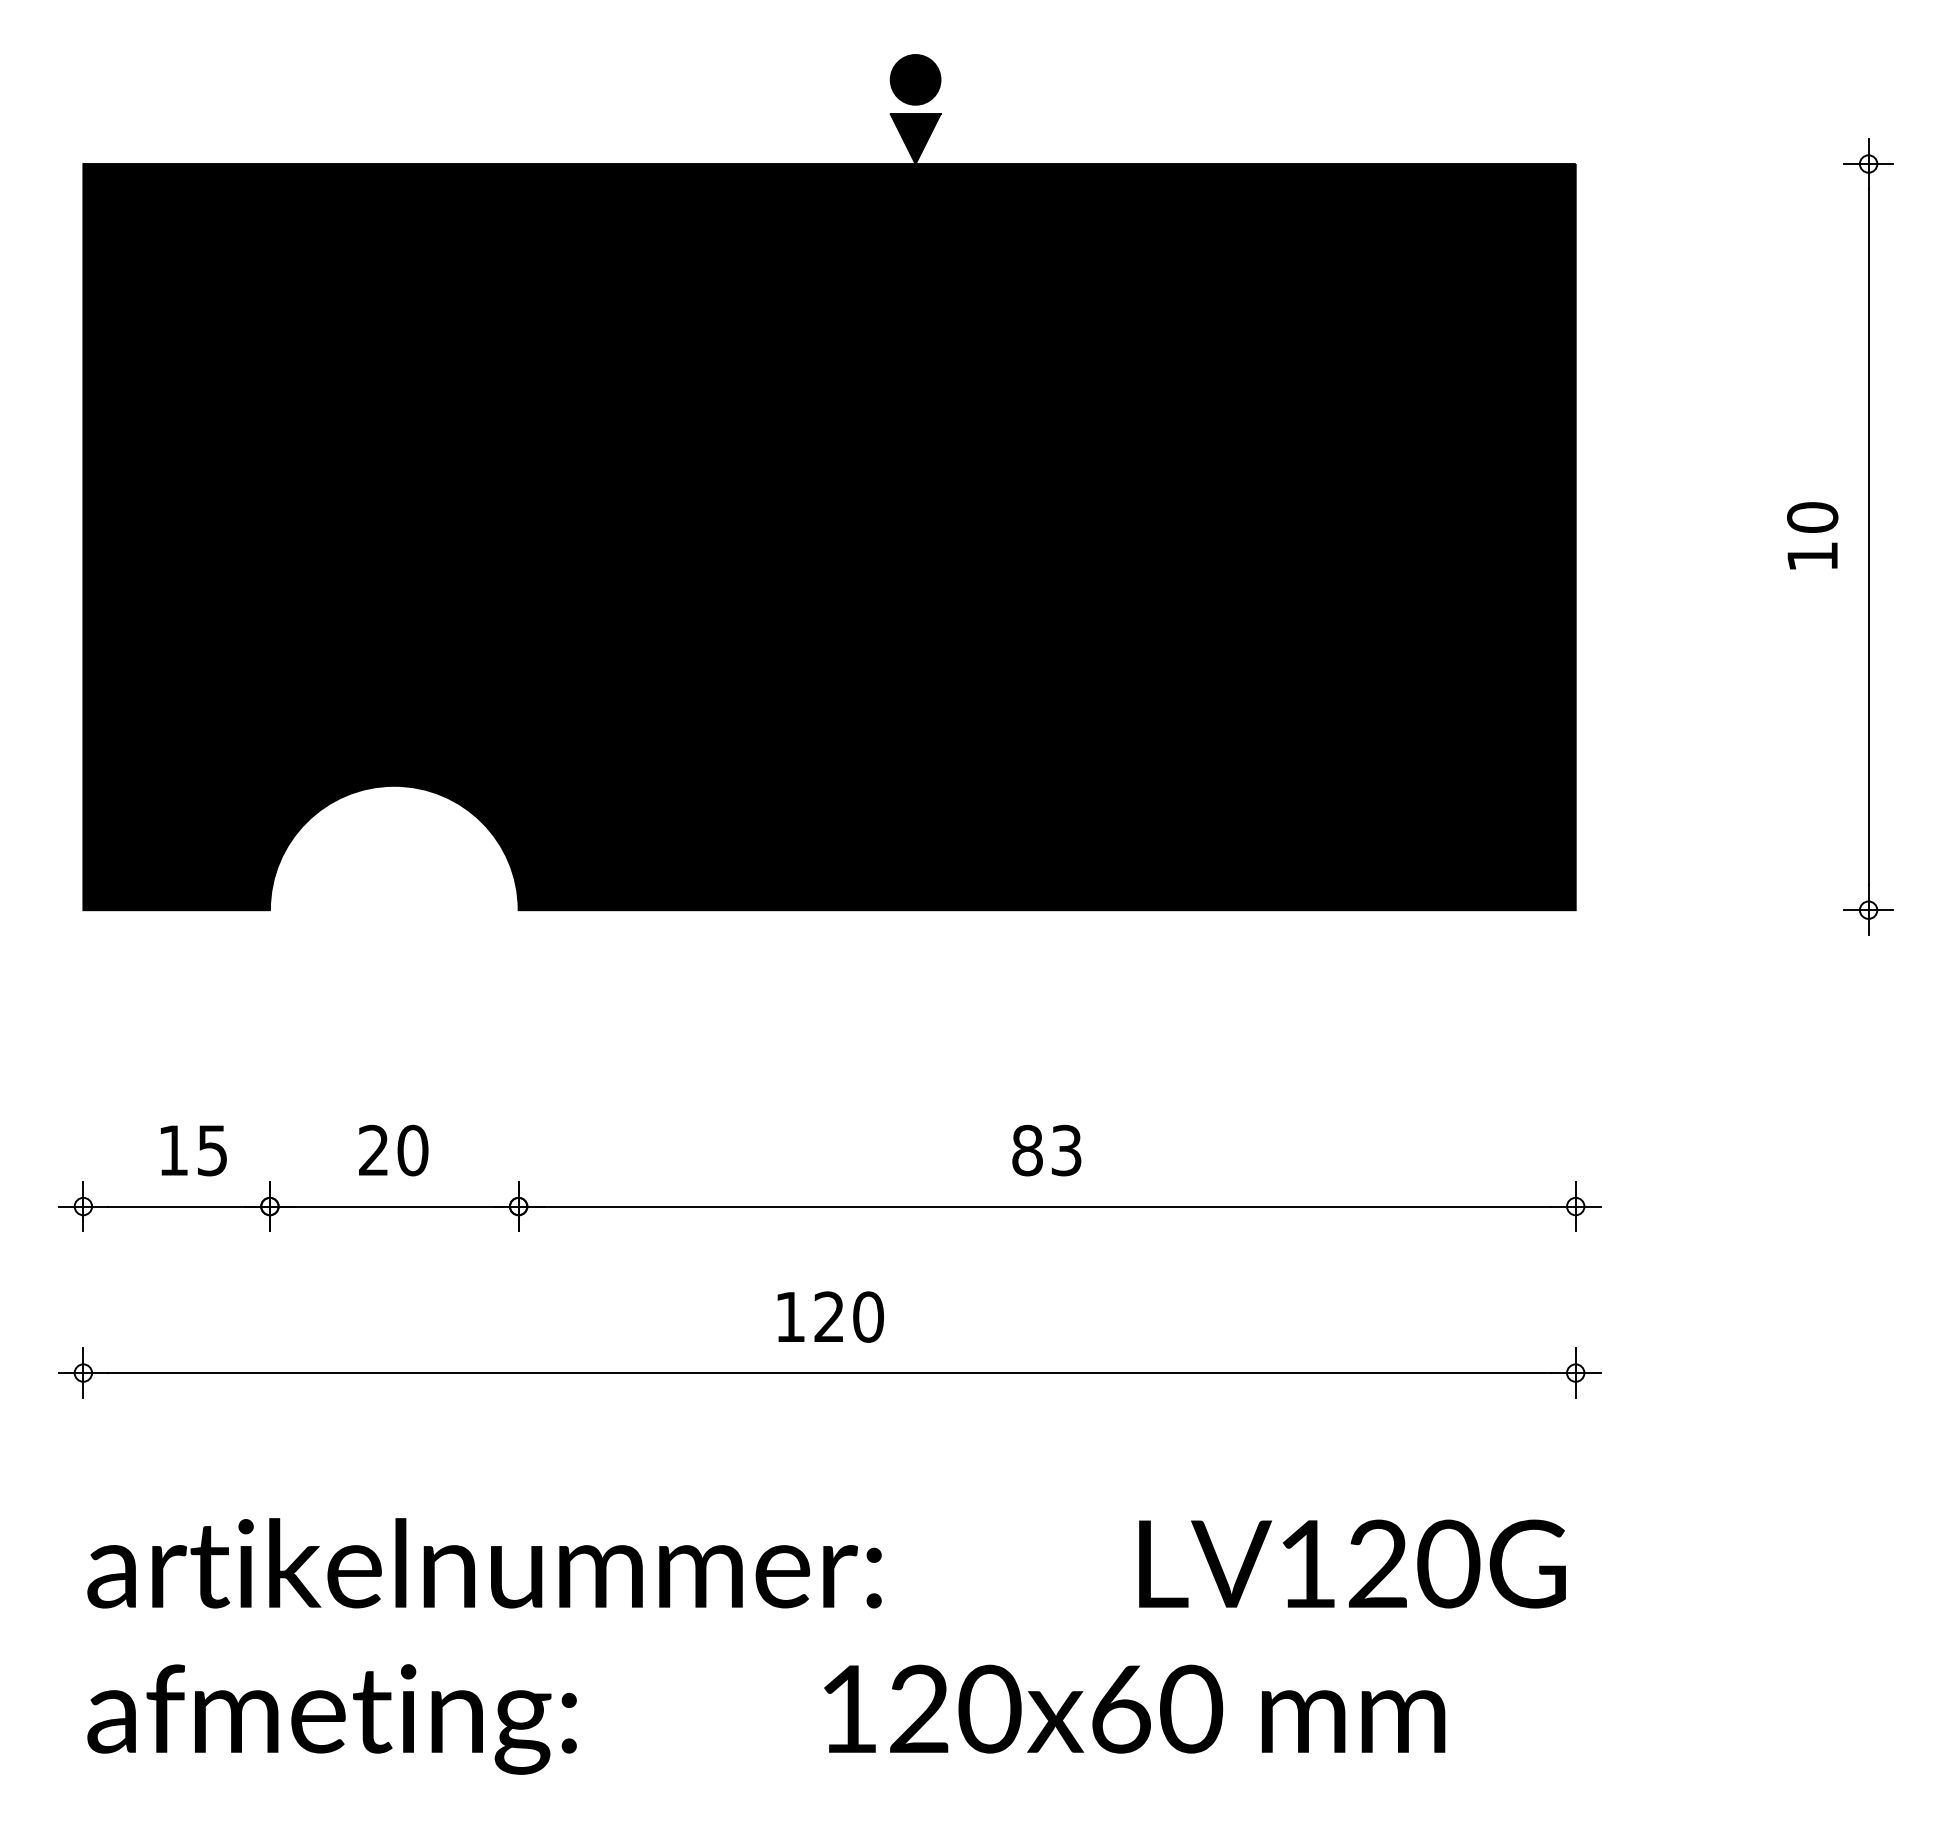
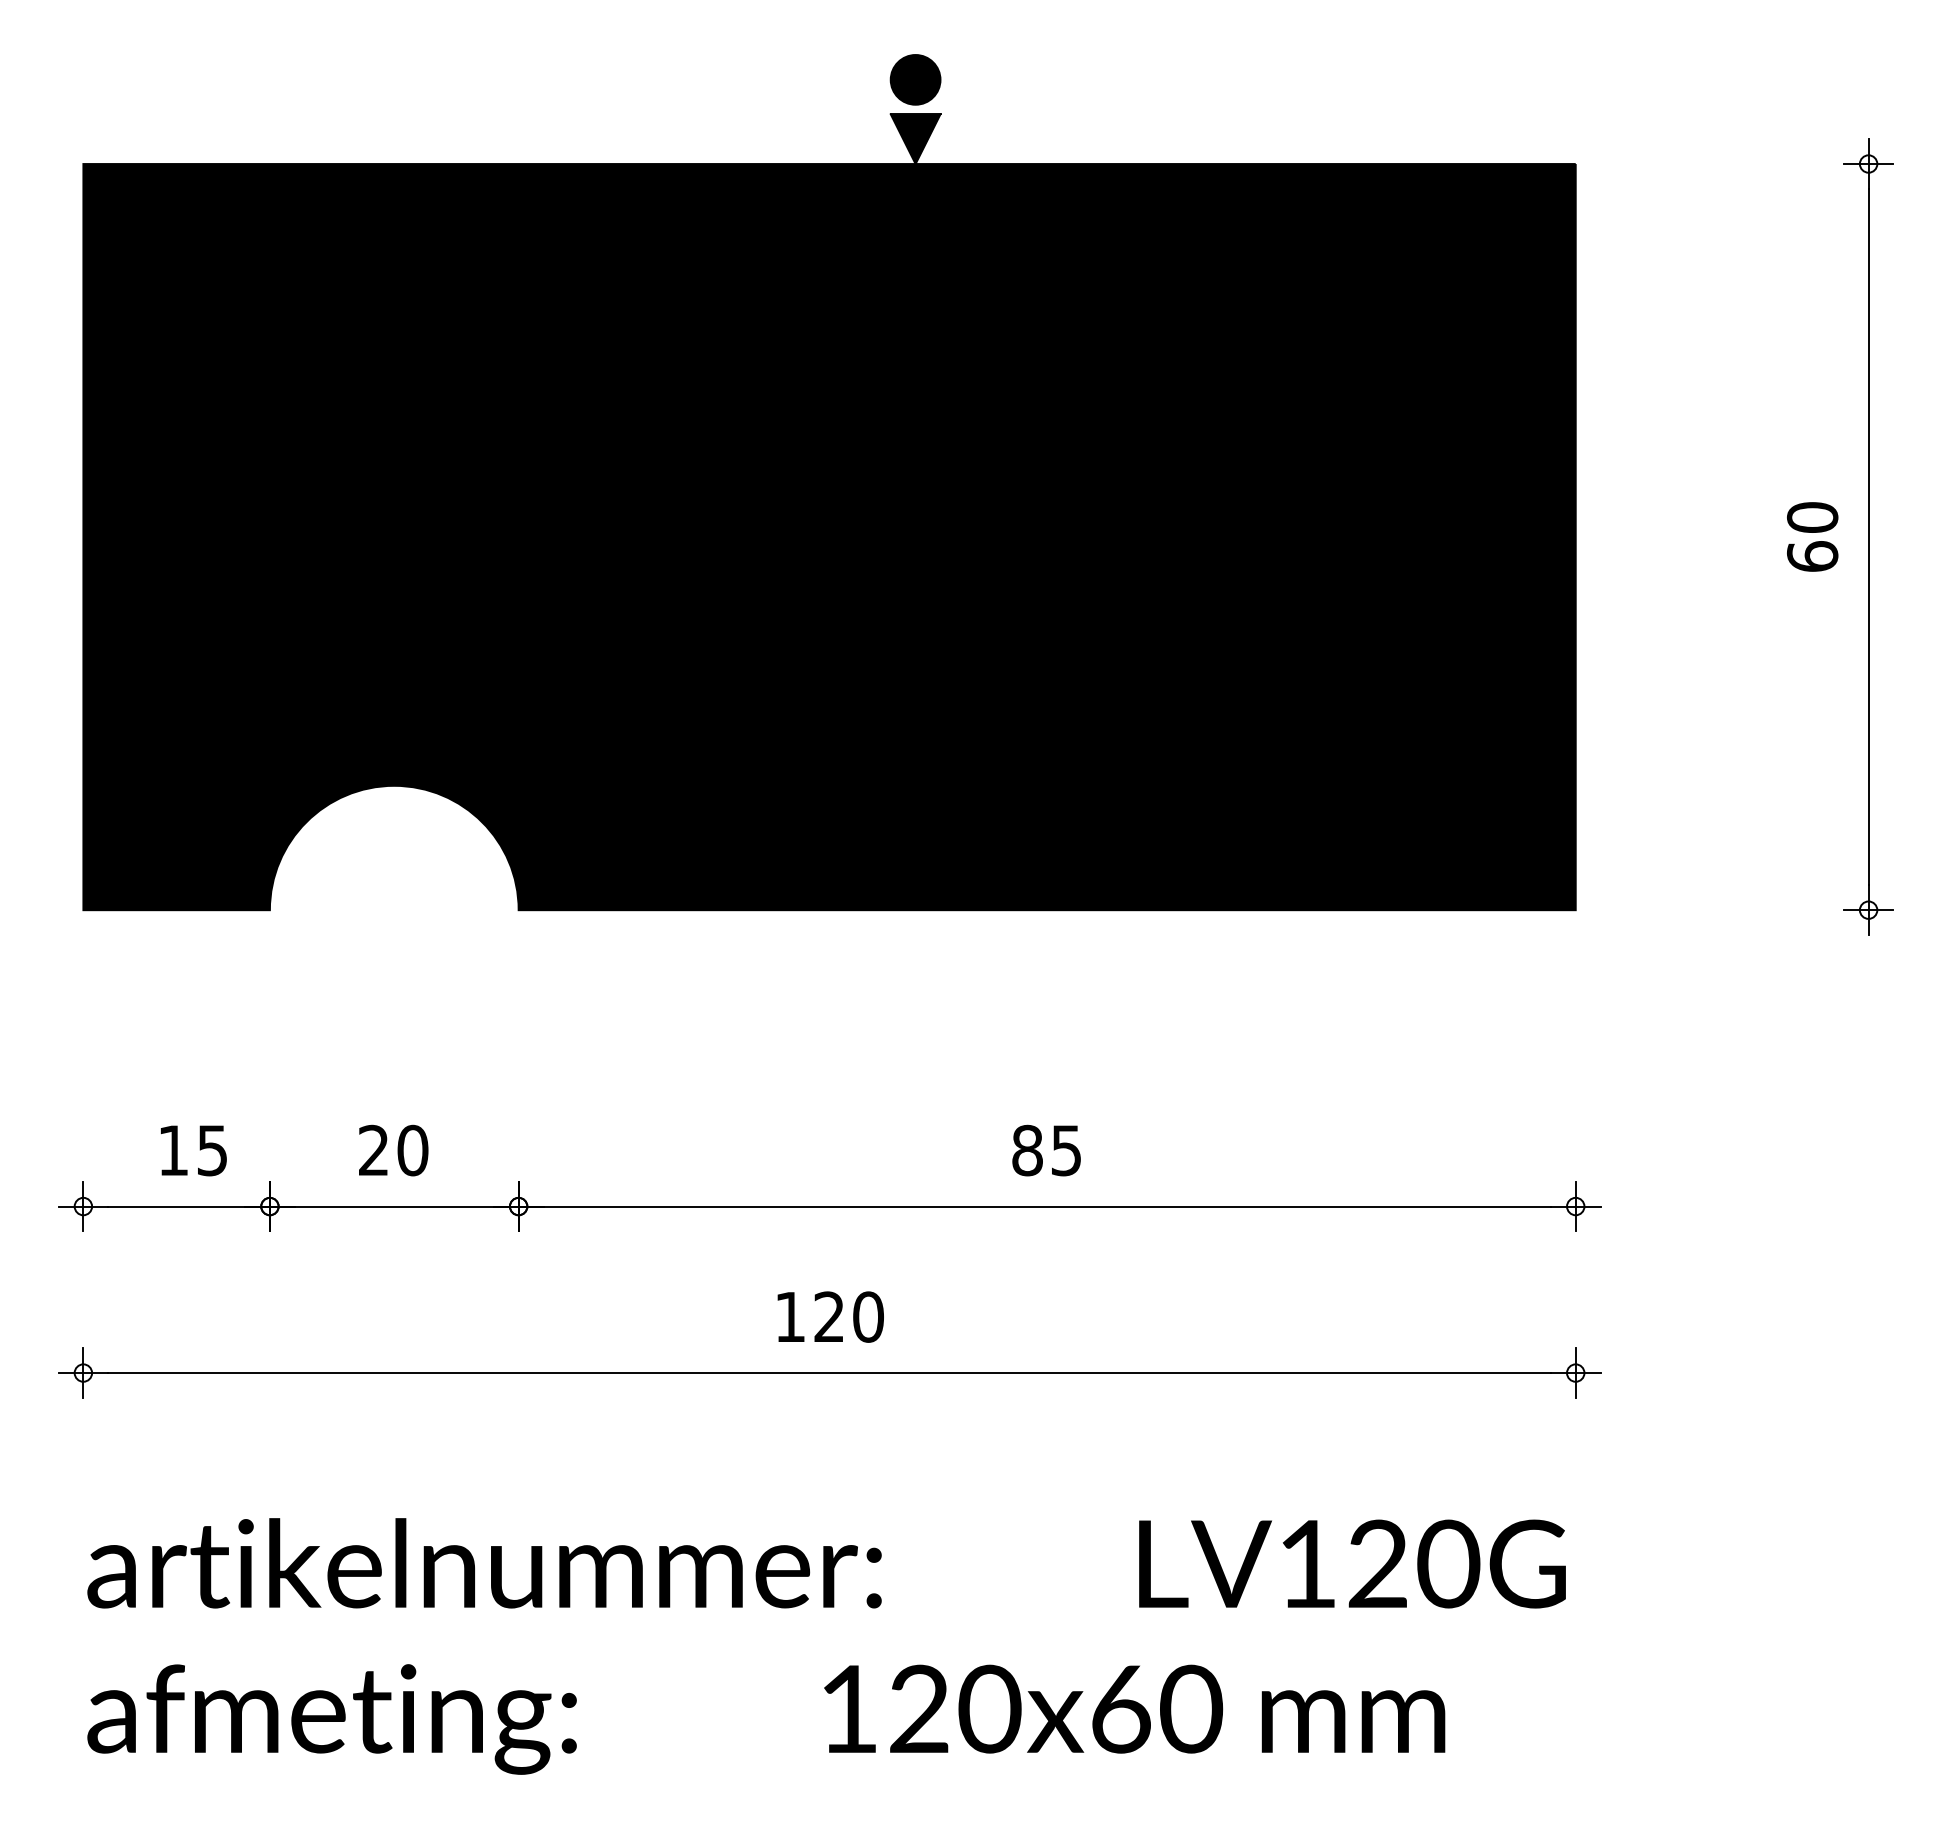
text at (1812, 556): 10 -> 60
text at (1066, 1149): 83 -> 85
